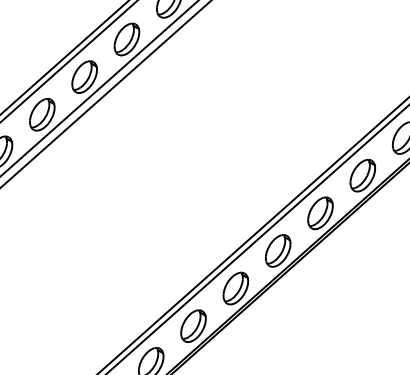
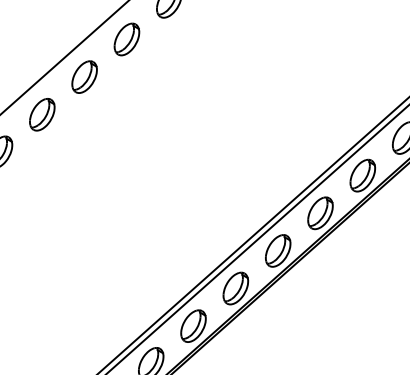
line at (68, 61): present -> none
line at (99, 88): present -> none
line at (105, 94): present -> none
